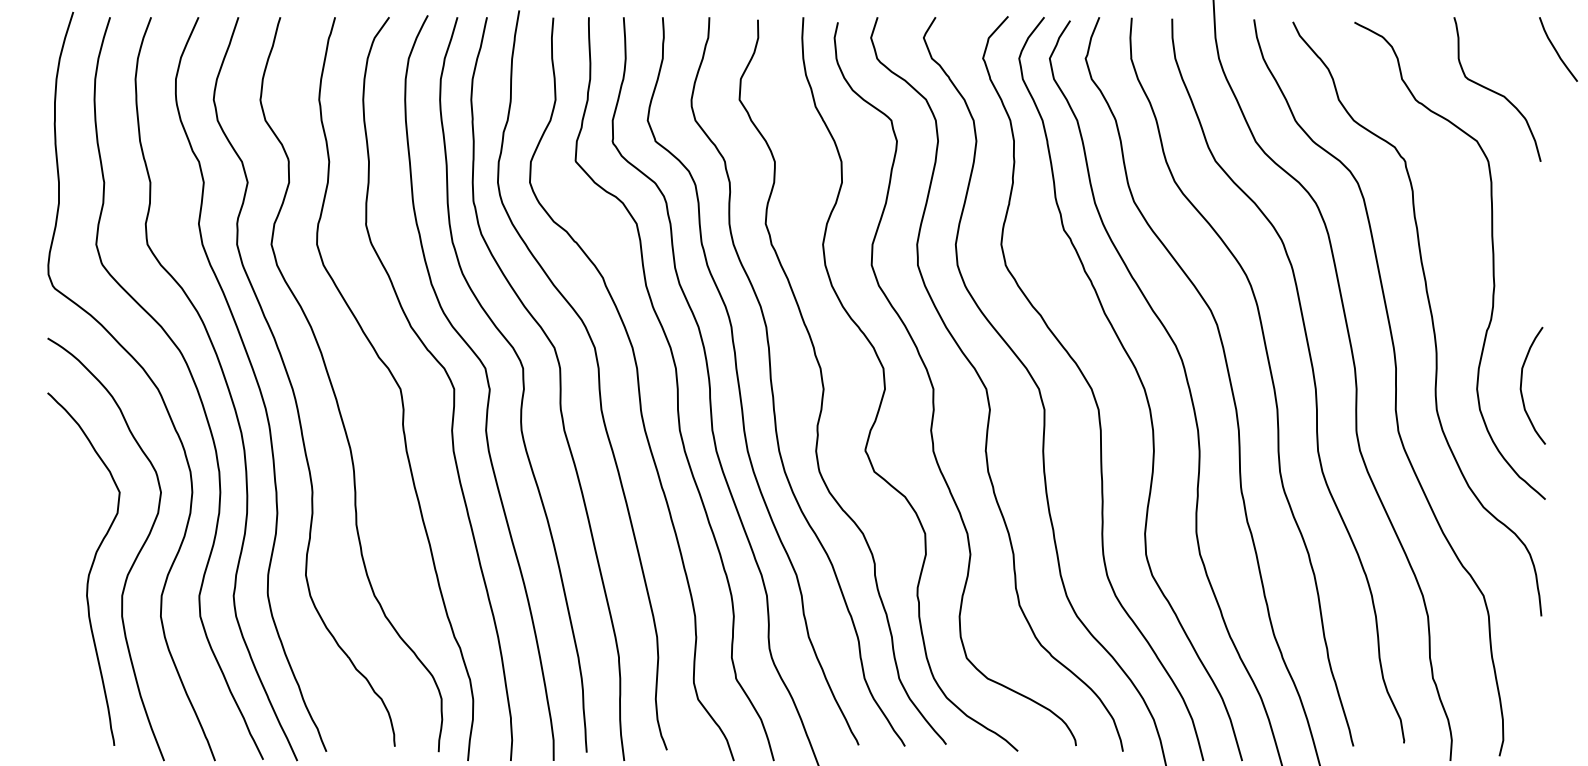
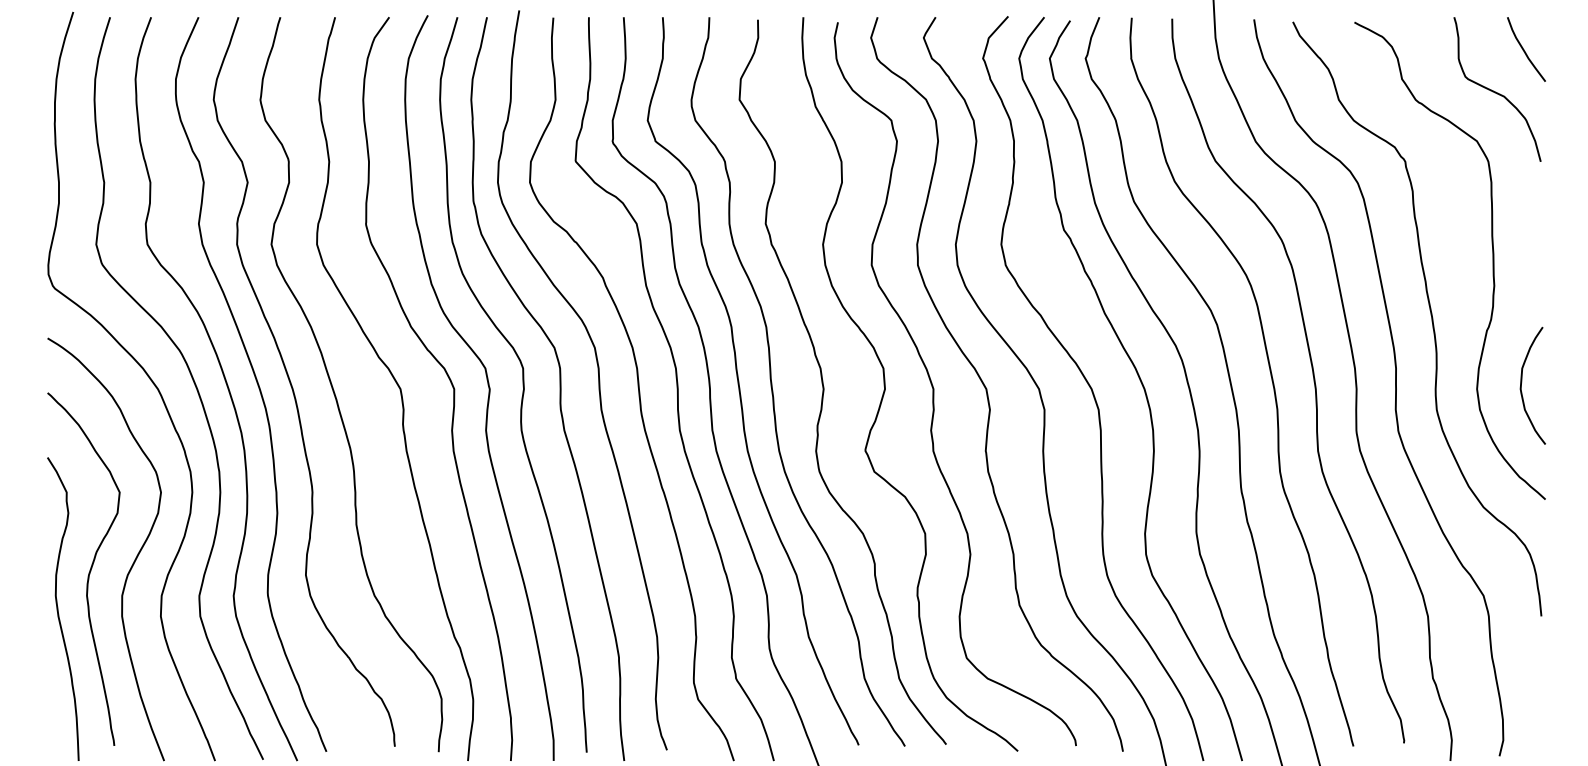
curve at (1556, 49) position: (1556, 49) -> (1524, 49)
curve at (58, 608): none -> present
